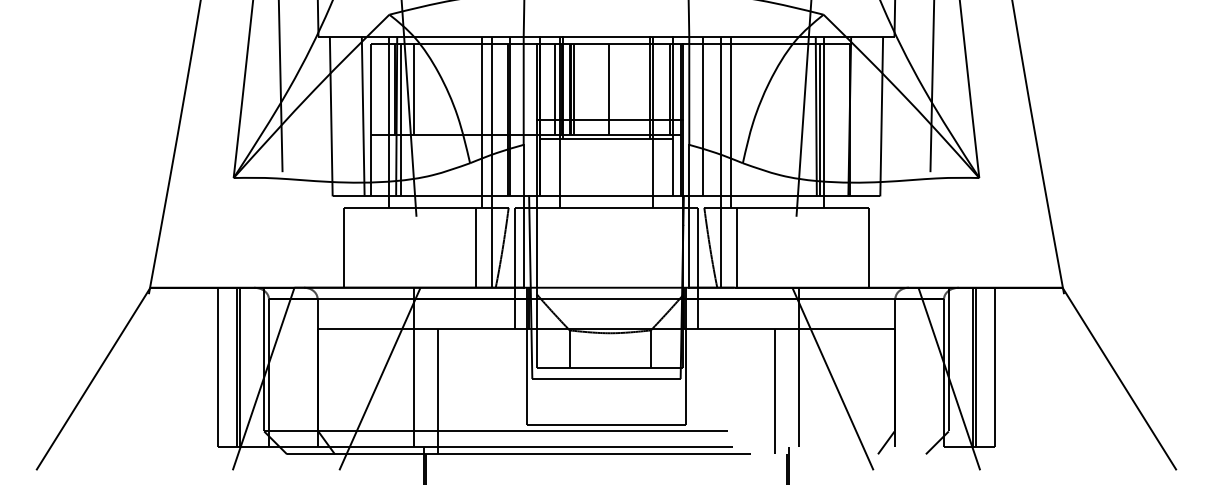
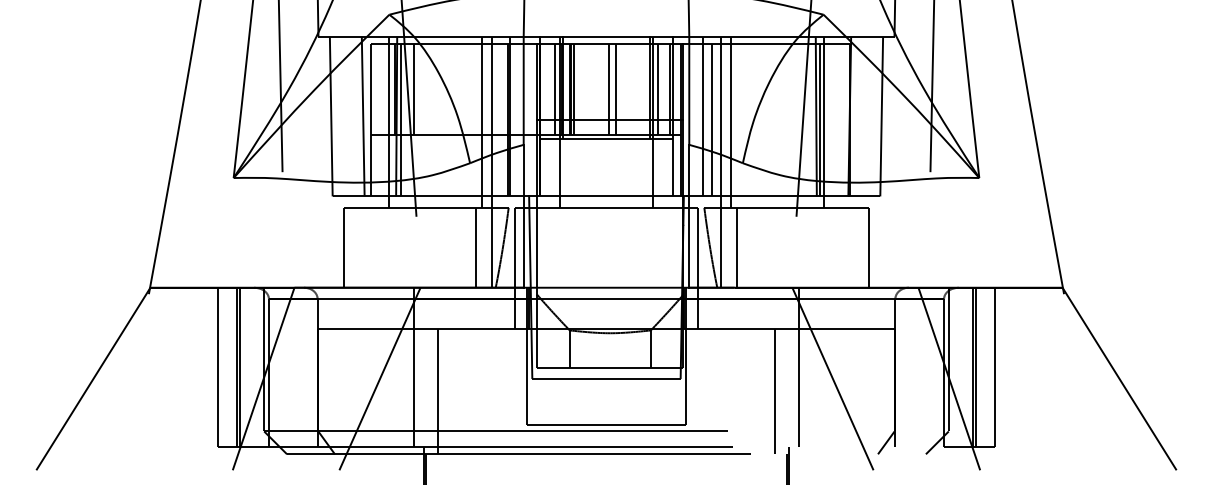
line at (616, 88): none -> present
line at (658, 88): none -> present
line at (712, 119): none -> present
